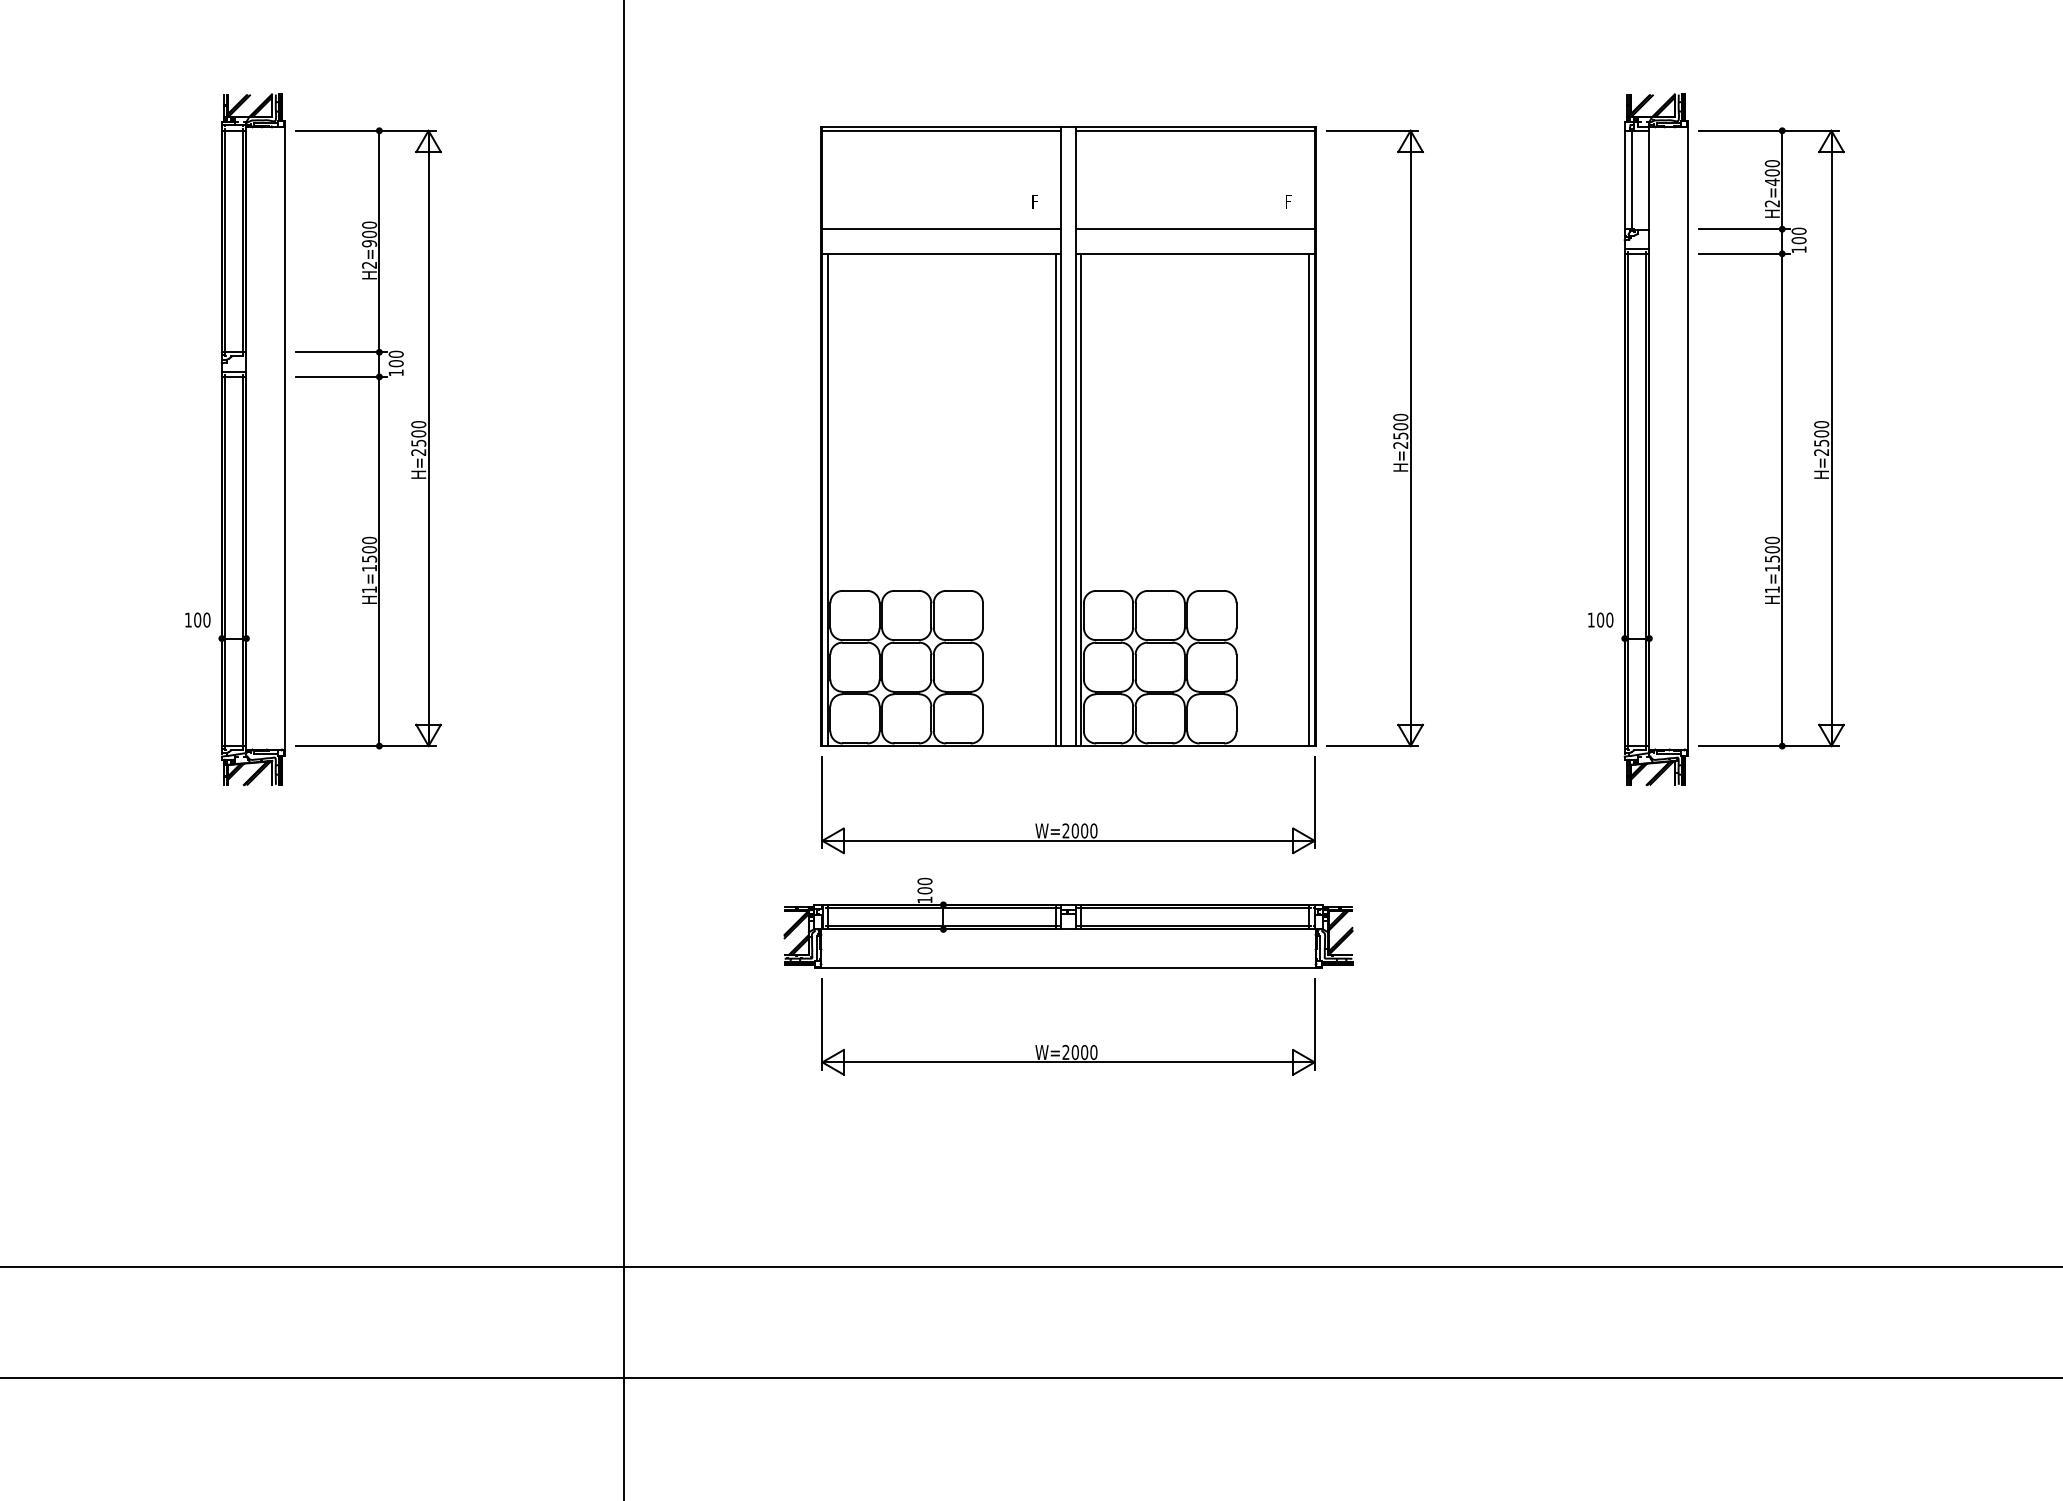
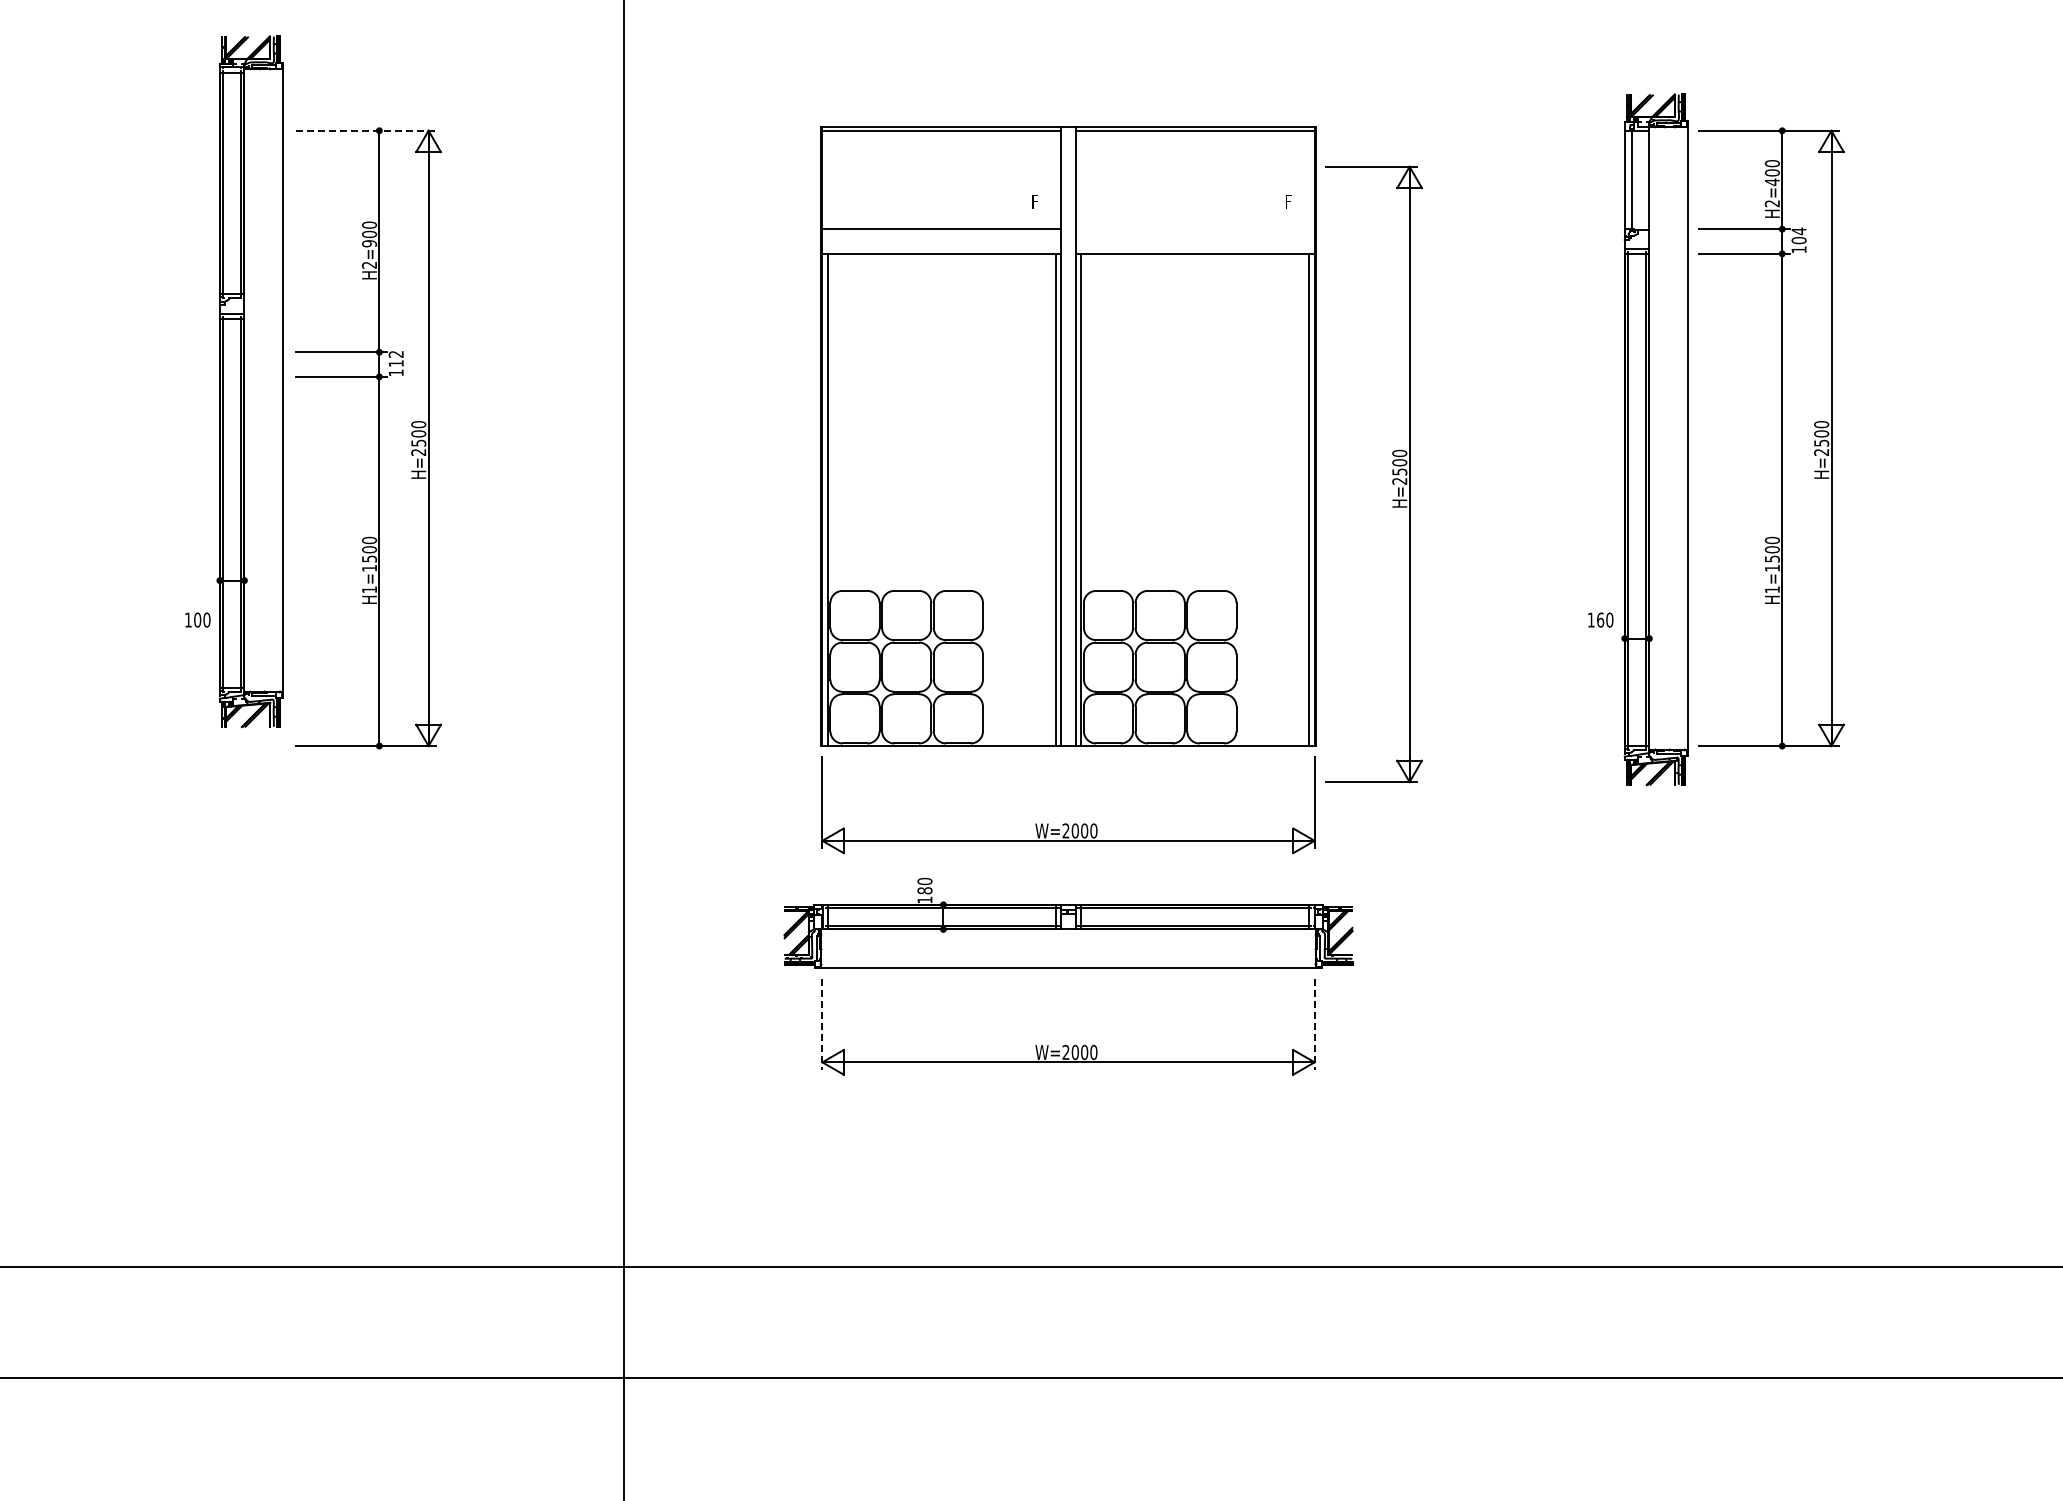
line at (366, 130): solid -> dashed
line at (1194, 229): present -> none
text at (1798, 231): 100 -> 104
text at (395, 358): 100 -> 112
part at (1393, 438) position: (1393, 438) -> (1392, 474)
part at (251, 439) position: (251, 439) -> (249, 381)
text at (1600, 619): 100 -> 160
text at (924, 890): 100 -> 180
line at (822, 1024): solid -> dashed
line at (1314, 1024): solid -> dashed
